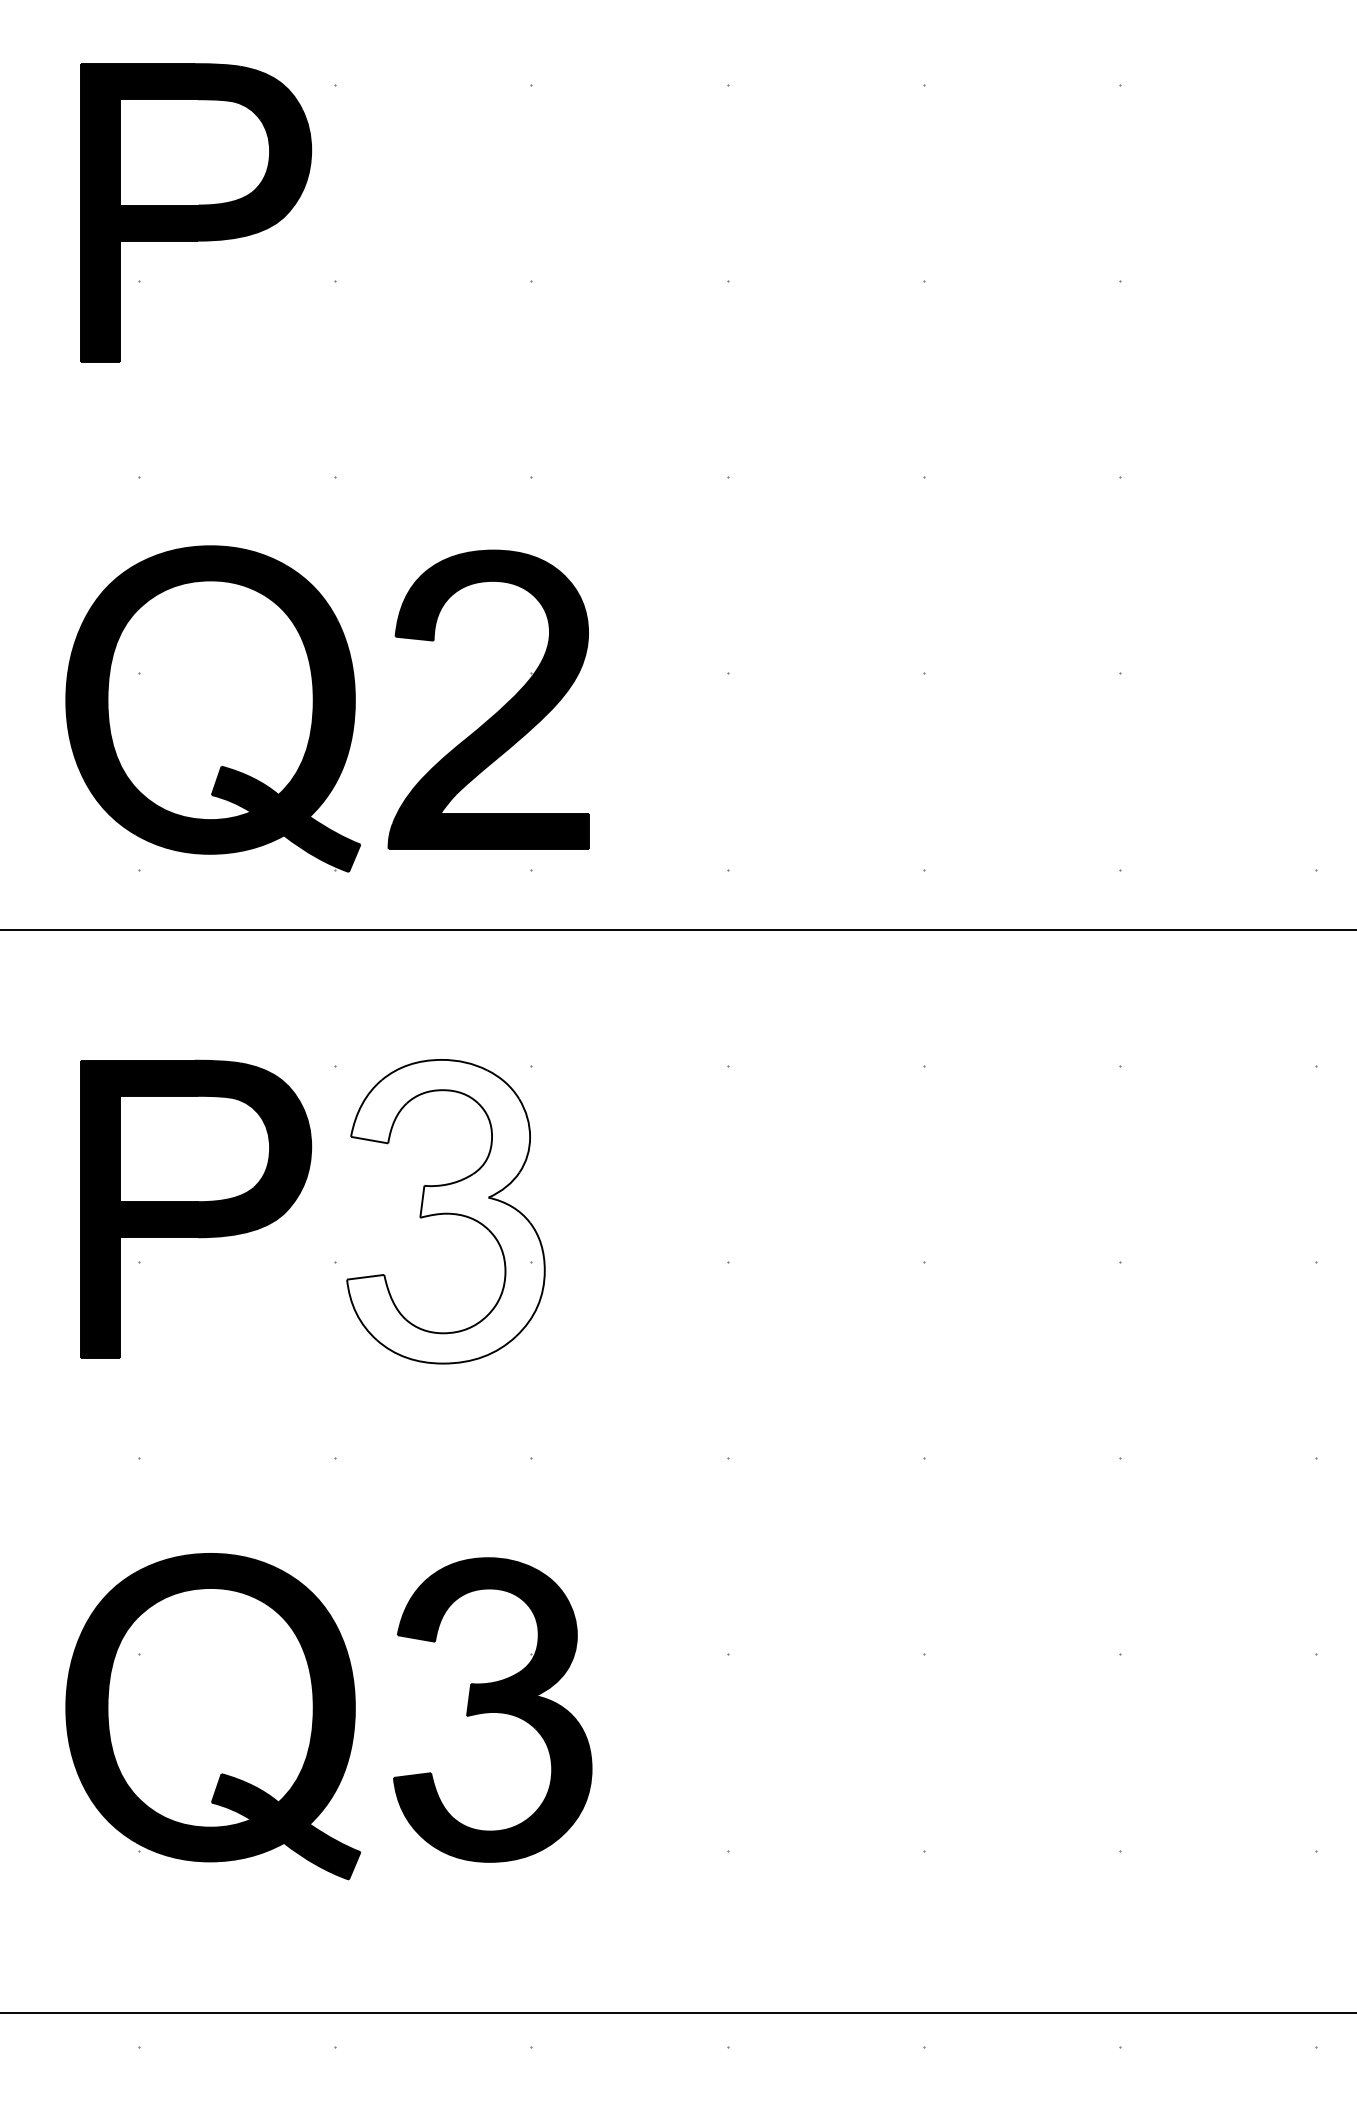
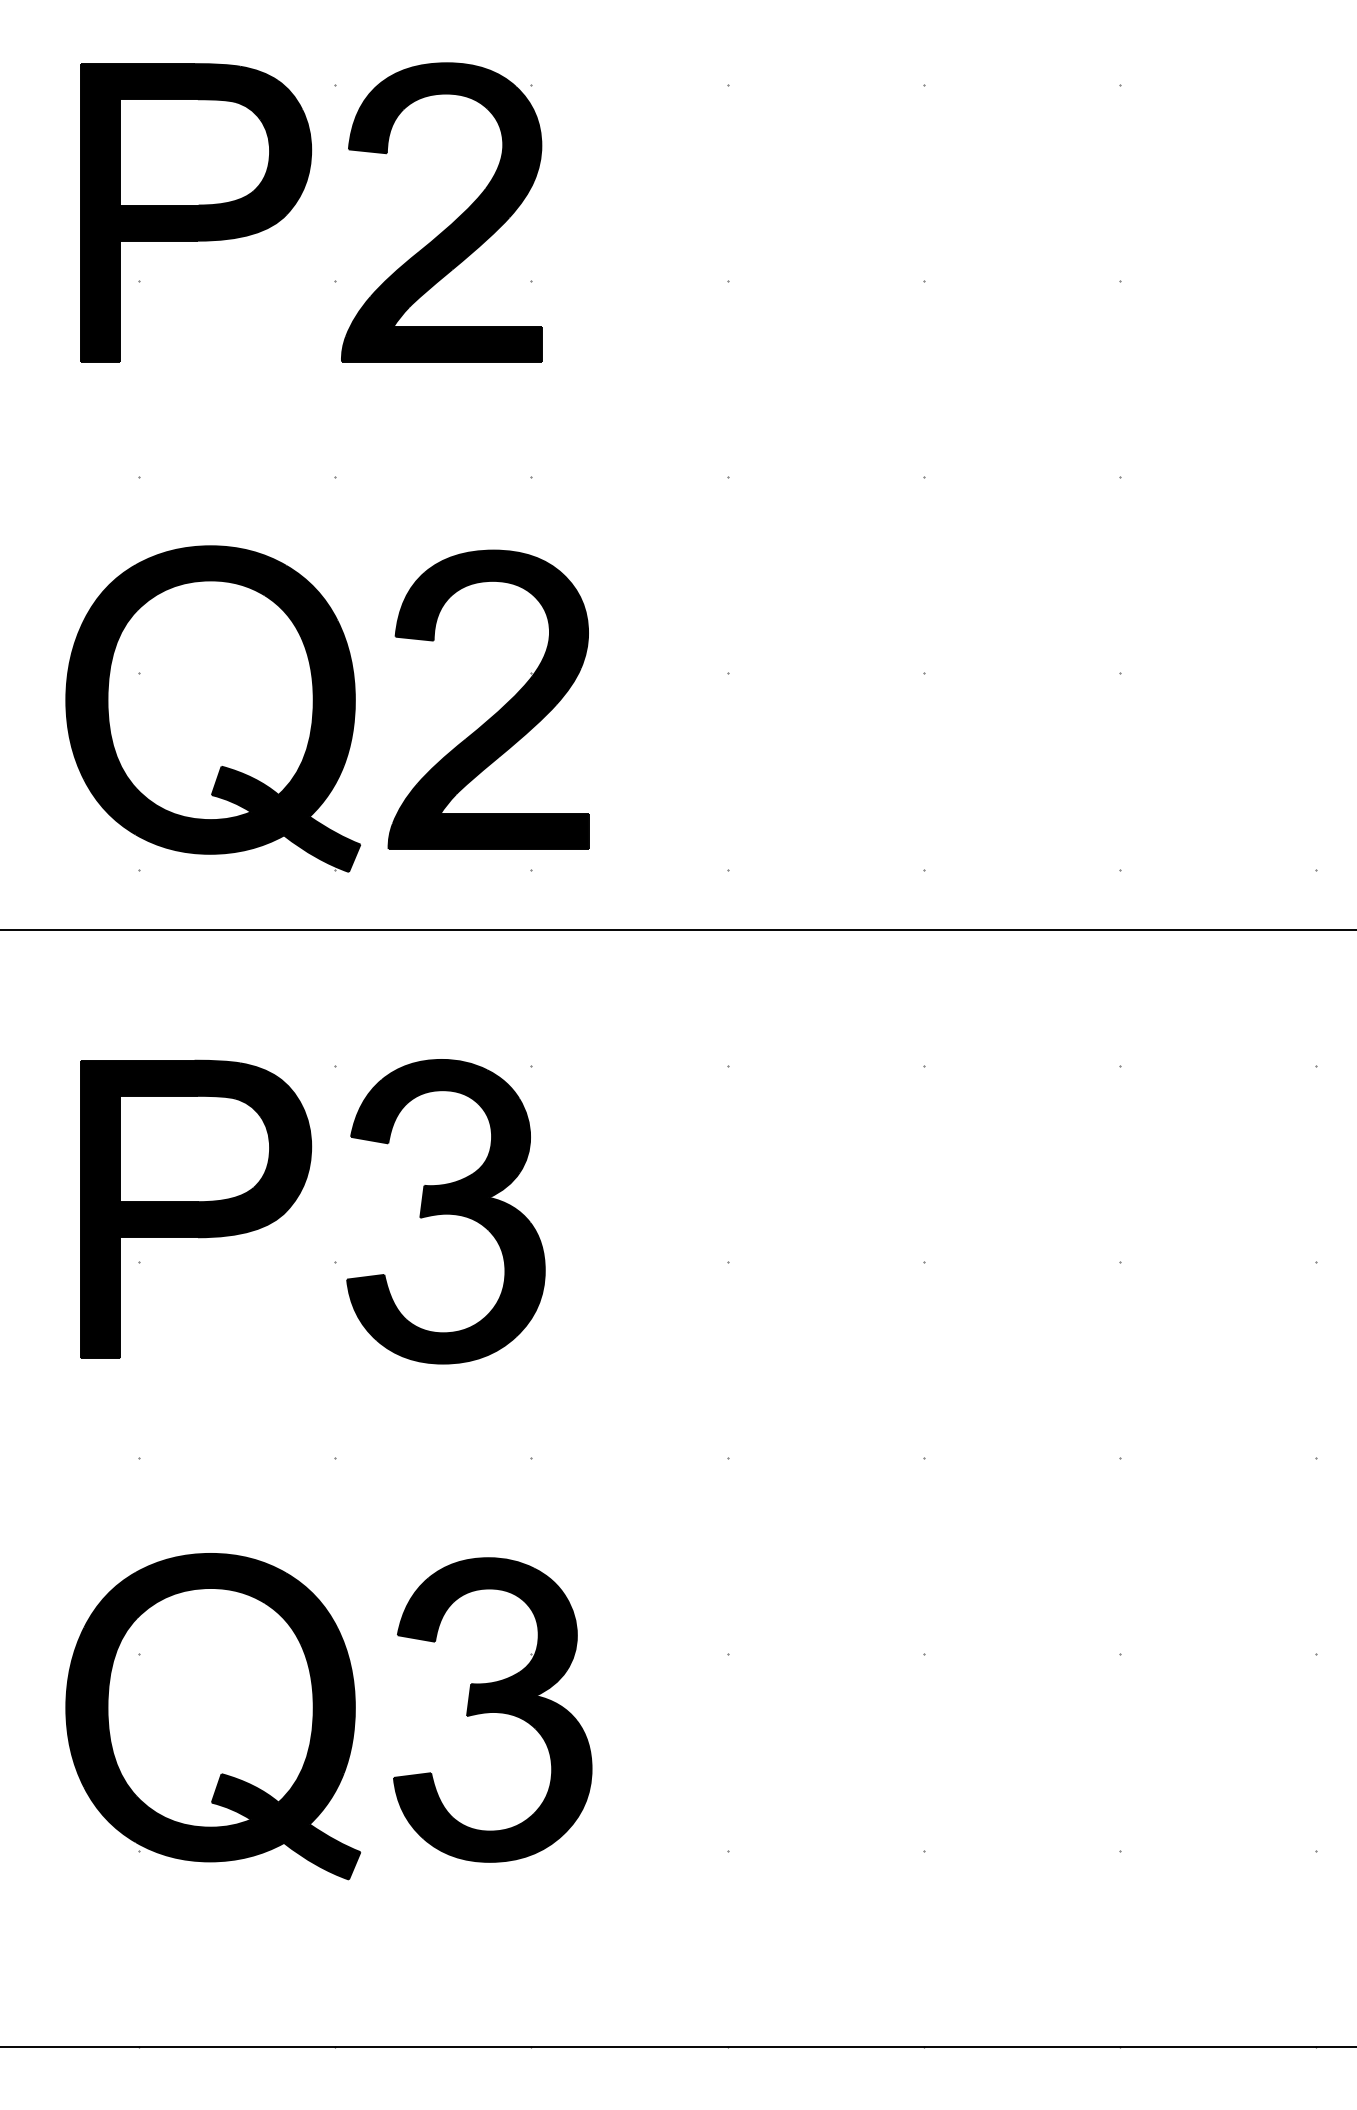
part at (452, 222): none -> present
fill at (445, 1211): none -> present
line at (677, 2012) position: (677, 2012) -> (677, 2046)
